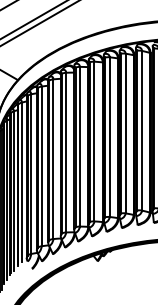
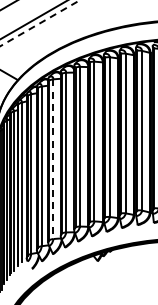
line at (40, 23): solid -> dashed
line at (53, 159): solid -> dashed
